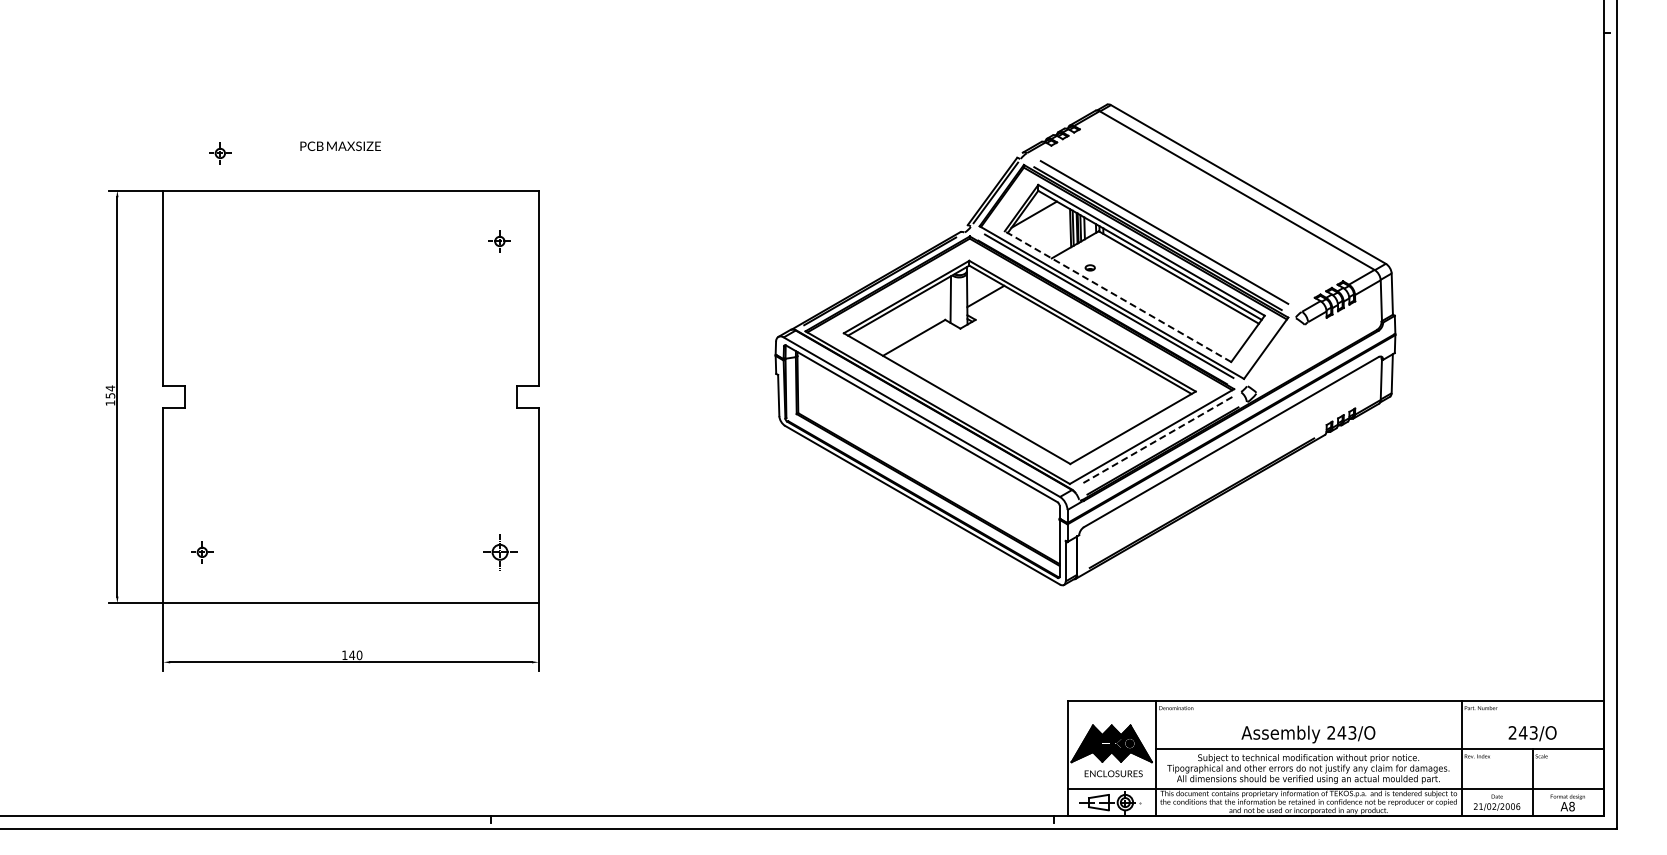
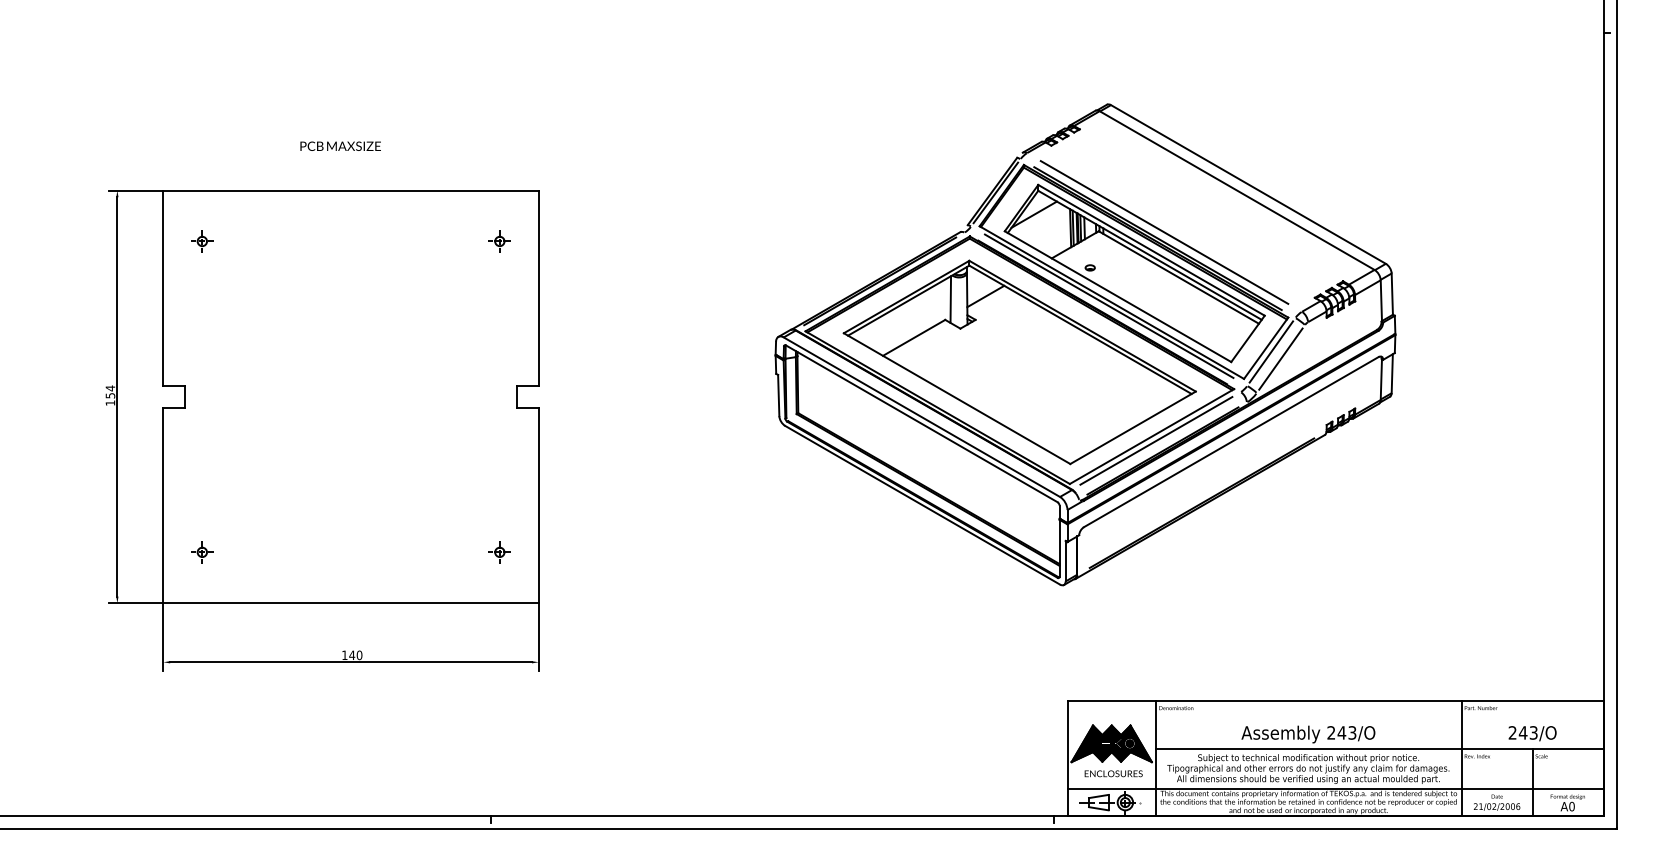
part at (220, 153) position: (220, 153) -> (202, 241)
line at (1118, 296): dashed -> solid
line at (1271, 351): none -> present
line at (1280, 358): none -> present
line at (1156, 440): dashed -> solid
part at (500, 552) size: 35x37 px -> 23x23 px
text at (1571, 806): A8 -> A0
